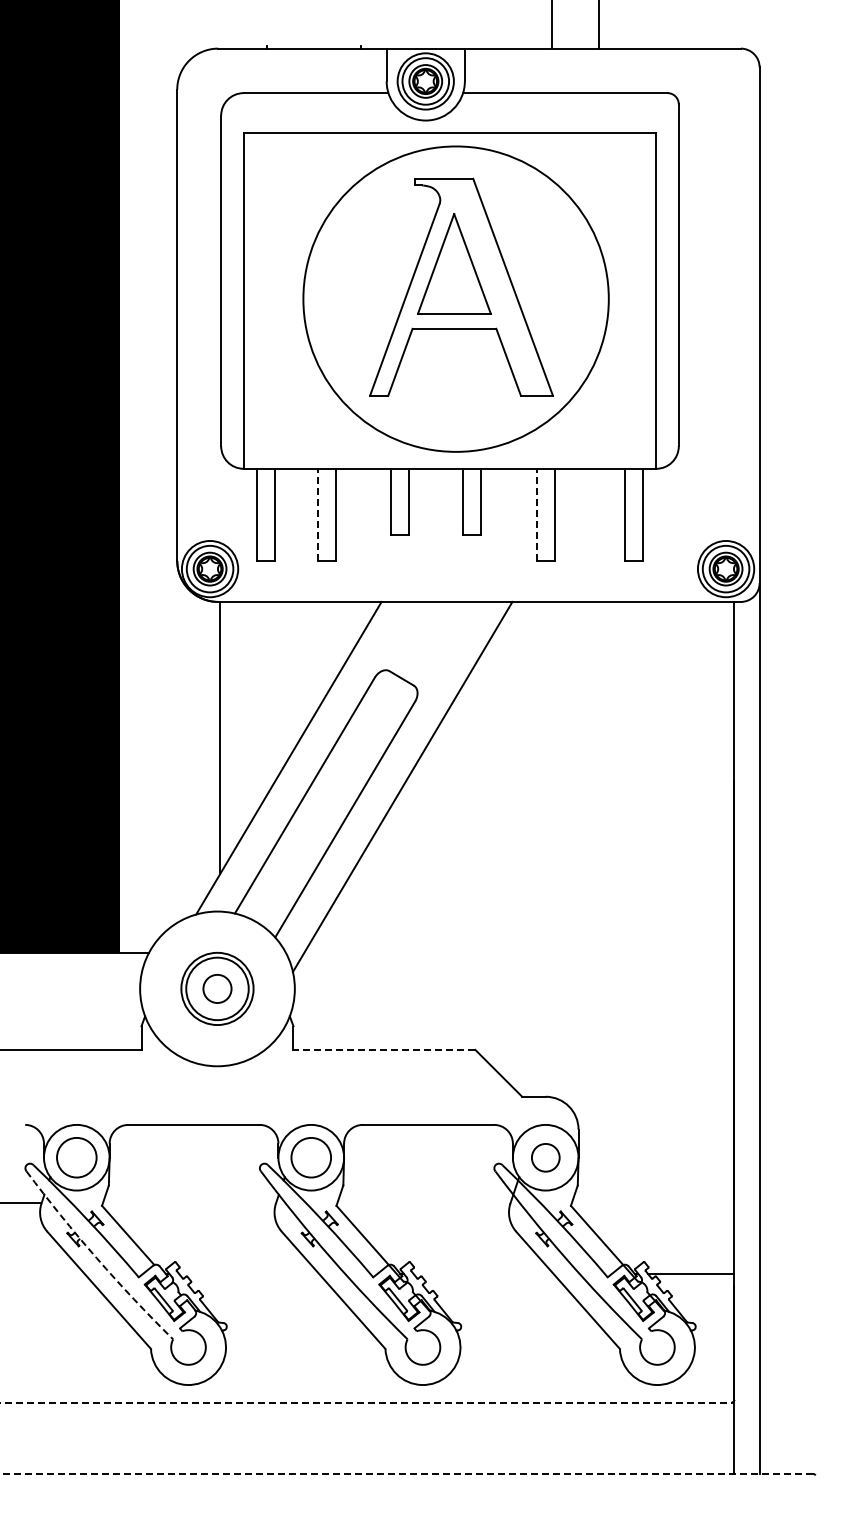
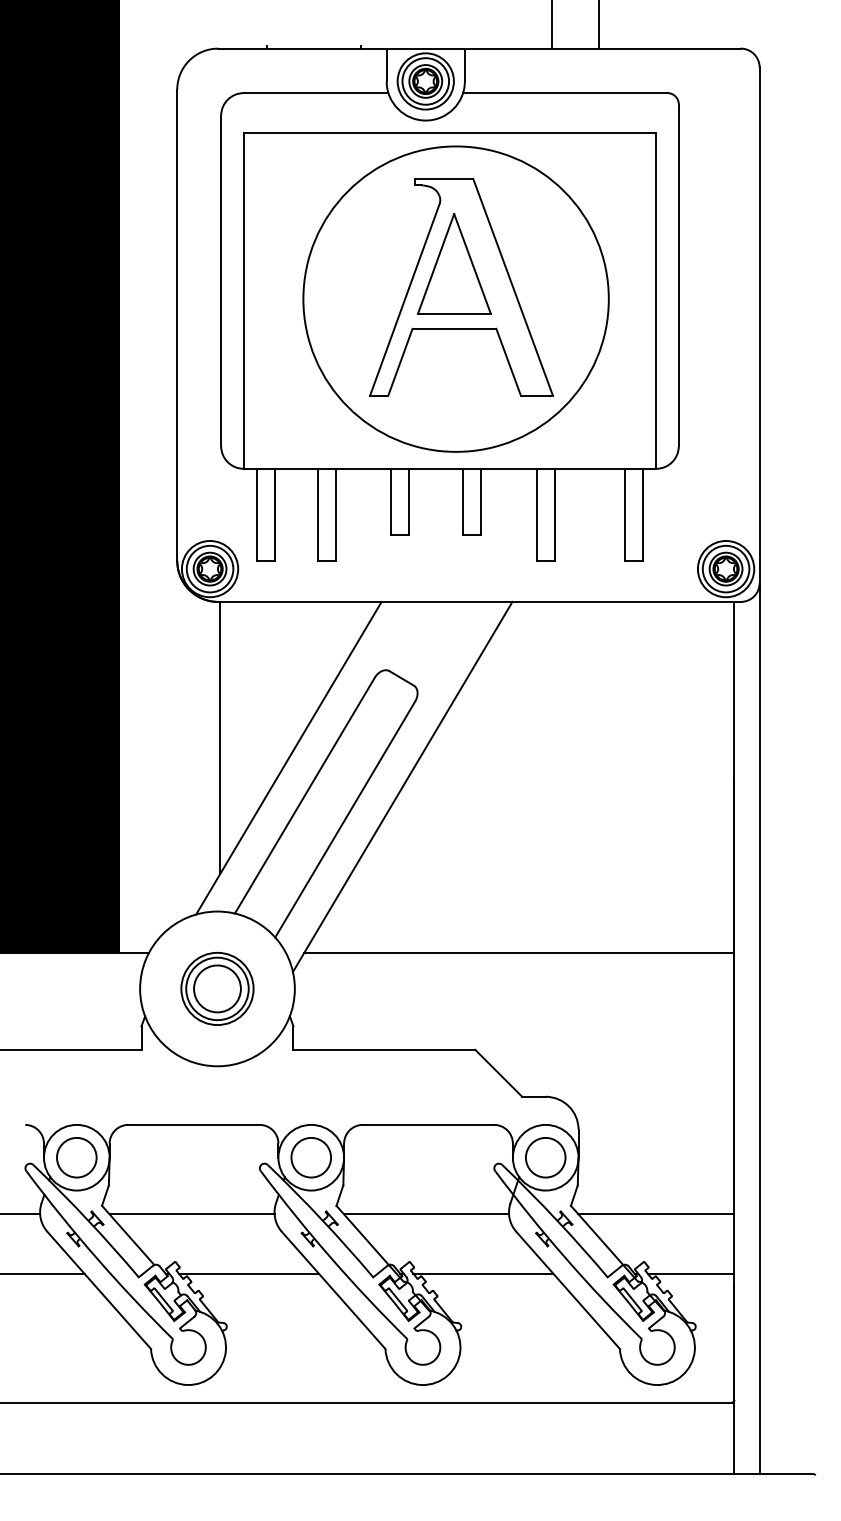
line at (317, 514): dashed -> solid
line at (536, 514): dashed -> solid
line at (519, 952): none -> present
circle at (217, 988) diameter: 28 px -> 47 px
line at (384, 1049): dashed -> solid
circle at (545, 1157) size: 30x30 px -> 42x42 px
line at (21, 1203) position: (21, 1203) -> (21, 1214)
line at (191, 1214): none -> present
line at (426, 1214): none -> present
line at (656, 1214): none -> present
arc at (96, 1258): dashed -> solid
line at (43, 1273): none -> present
line at (248, 1273): none -> present
line at (483, 1273): none -> present
line at (366, 1402): dashed -> solid
line at (406, 1473): dashed -> solid
